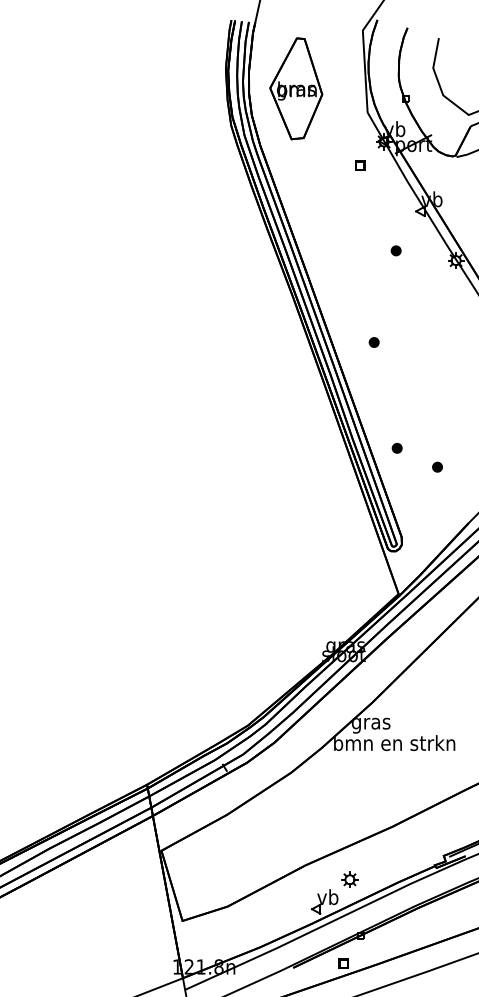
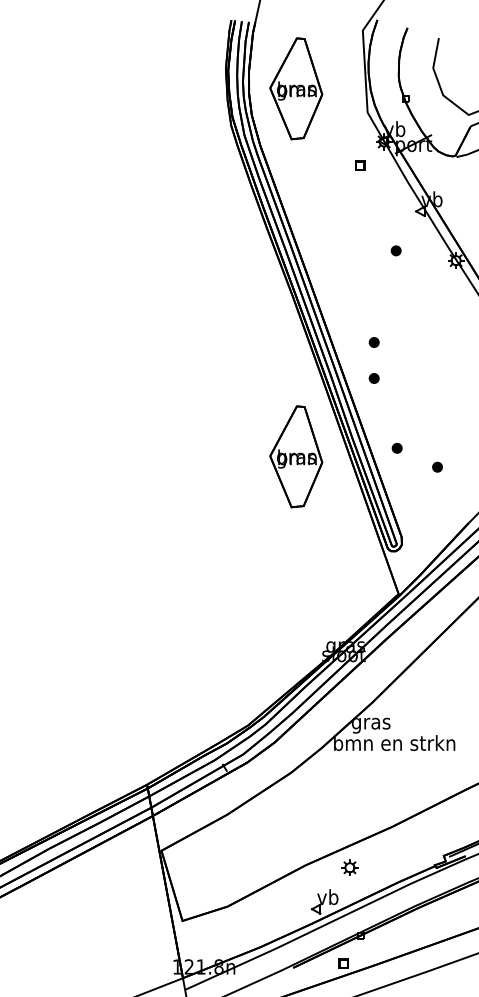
part at (373, 378): none -> present
part at (296, 456): none -> present
part at (349, 879) position: (349, 879) -> (349, 867)
